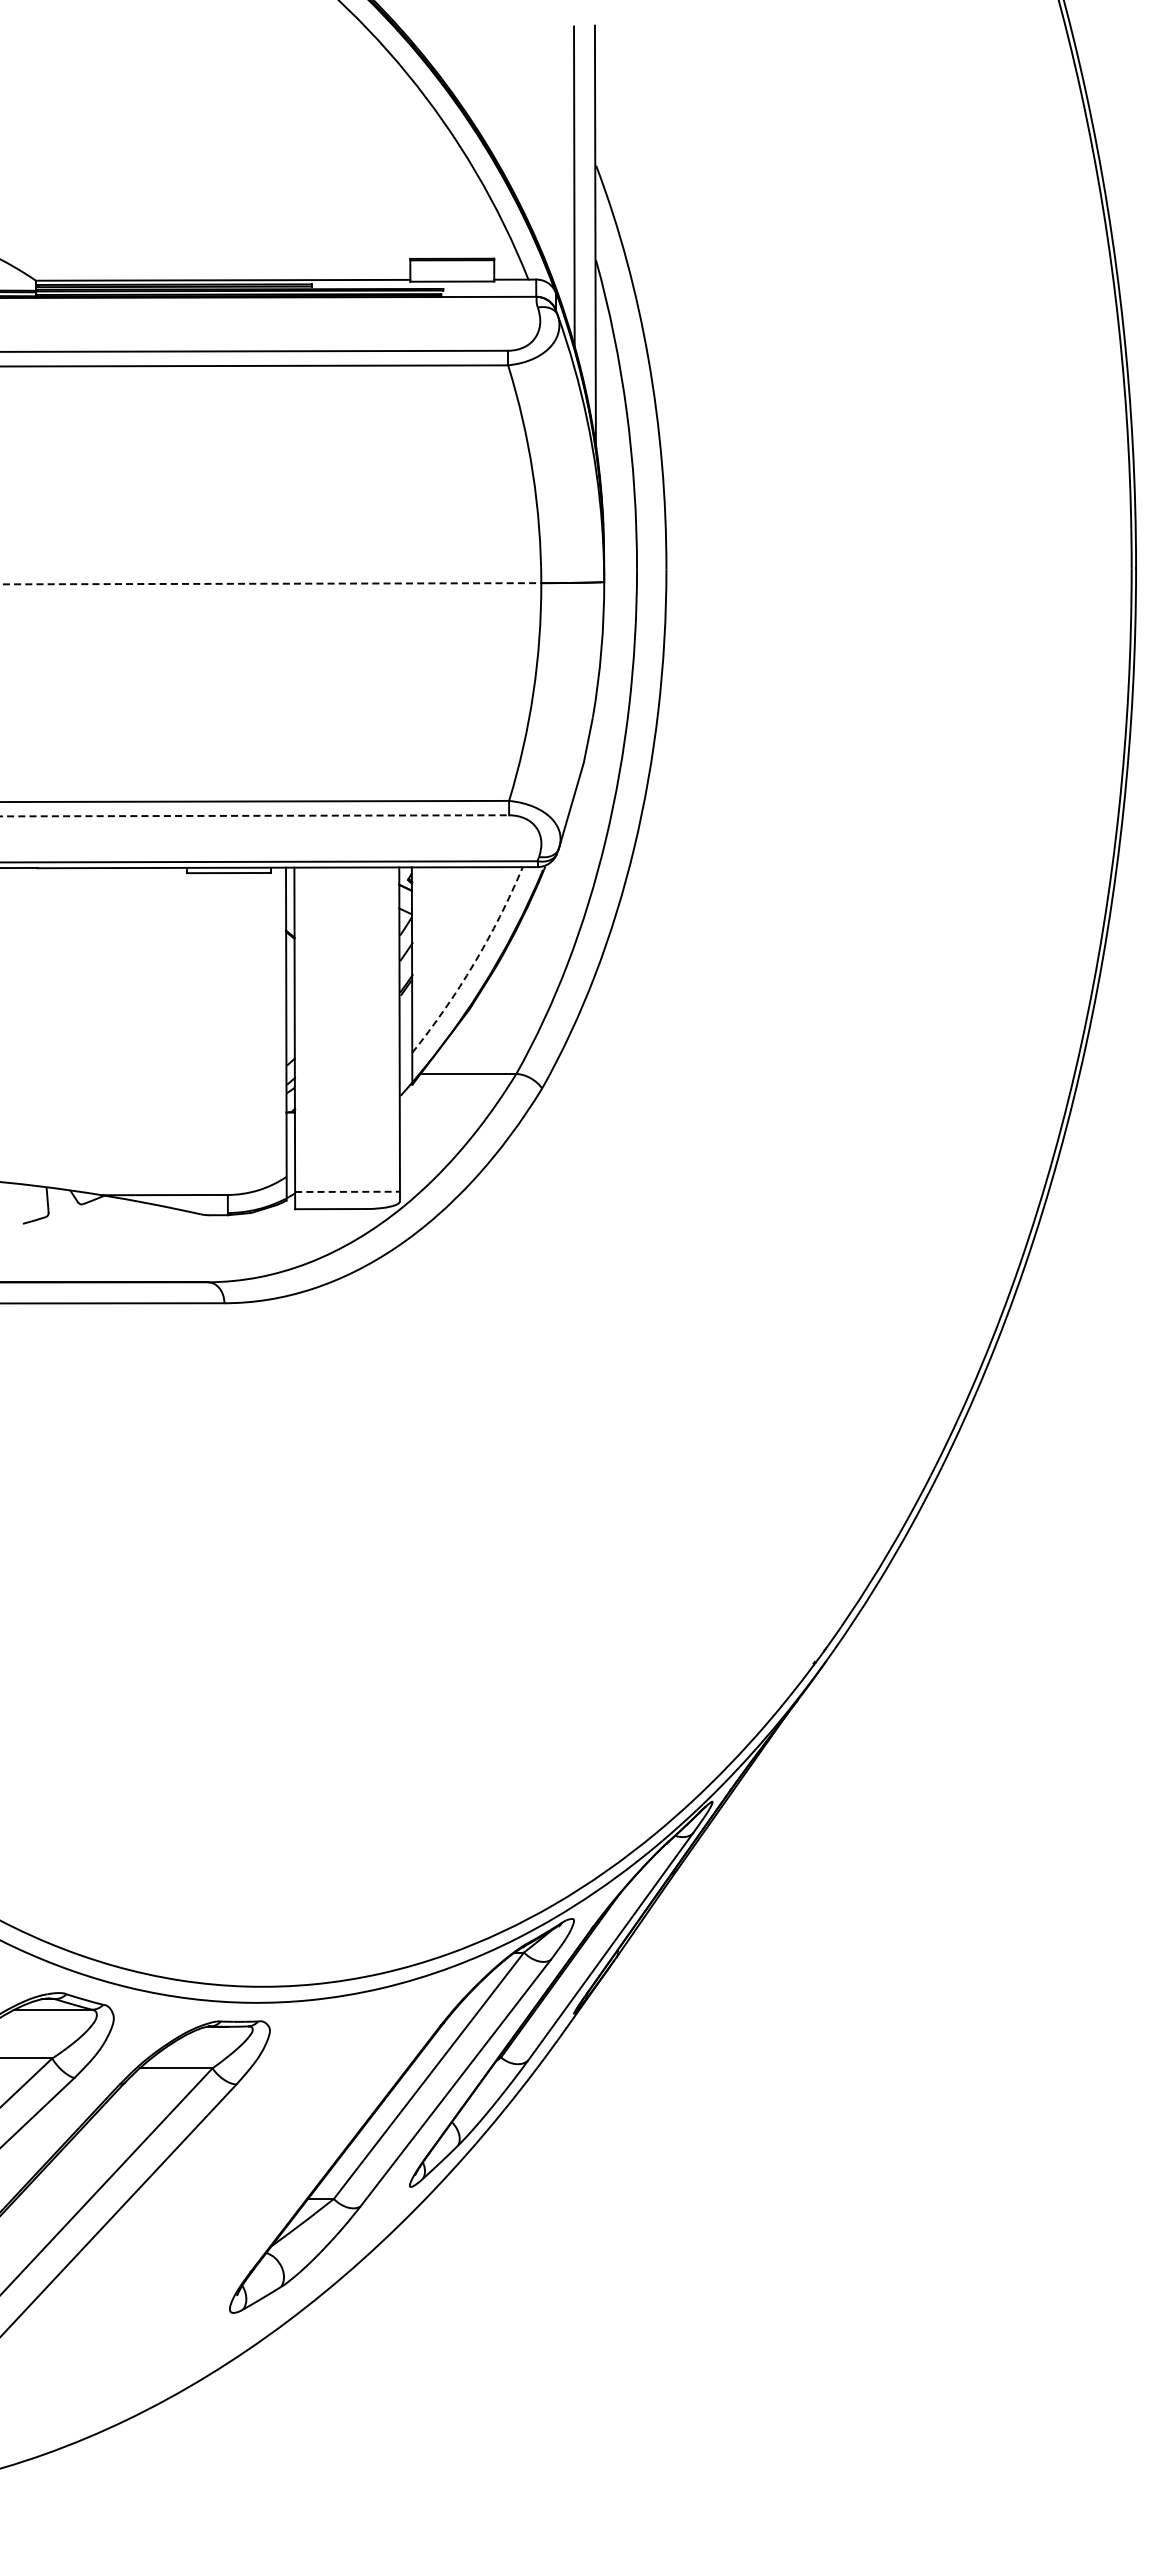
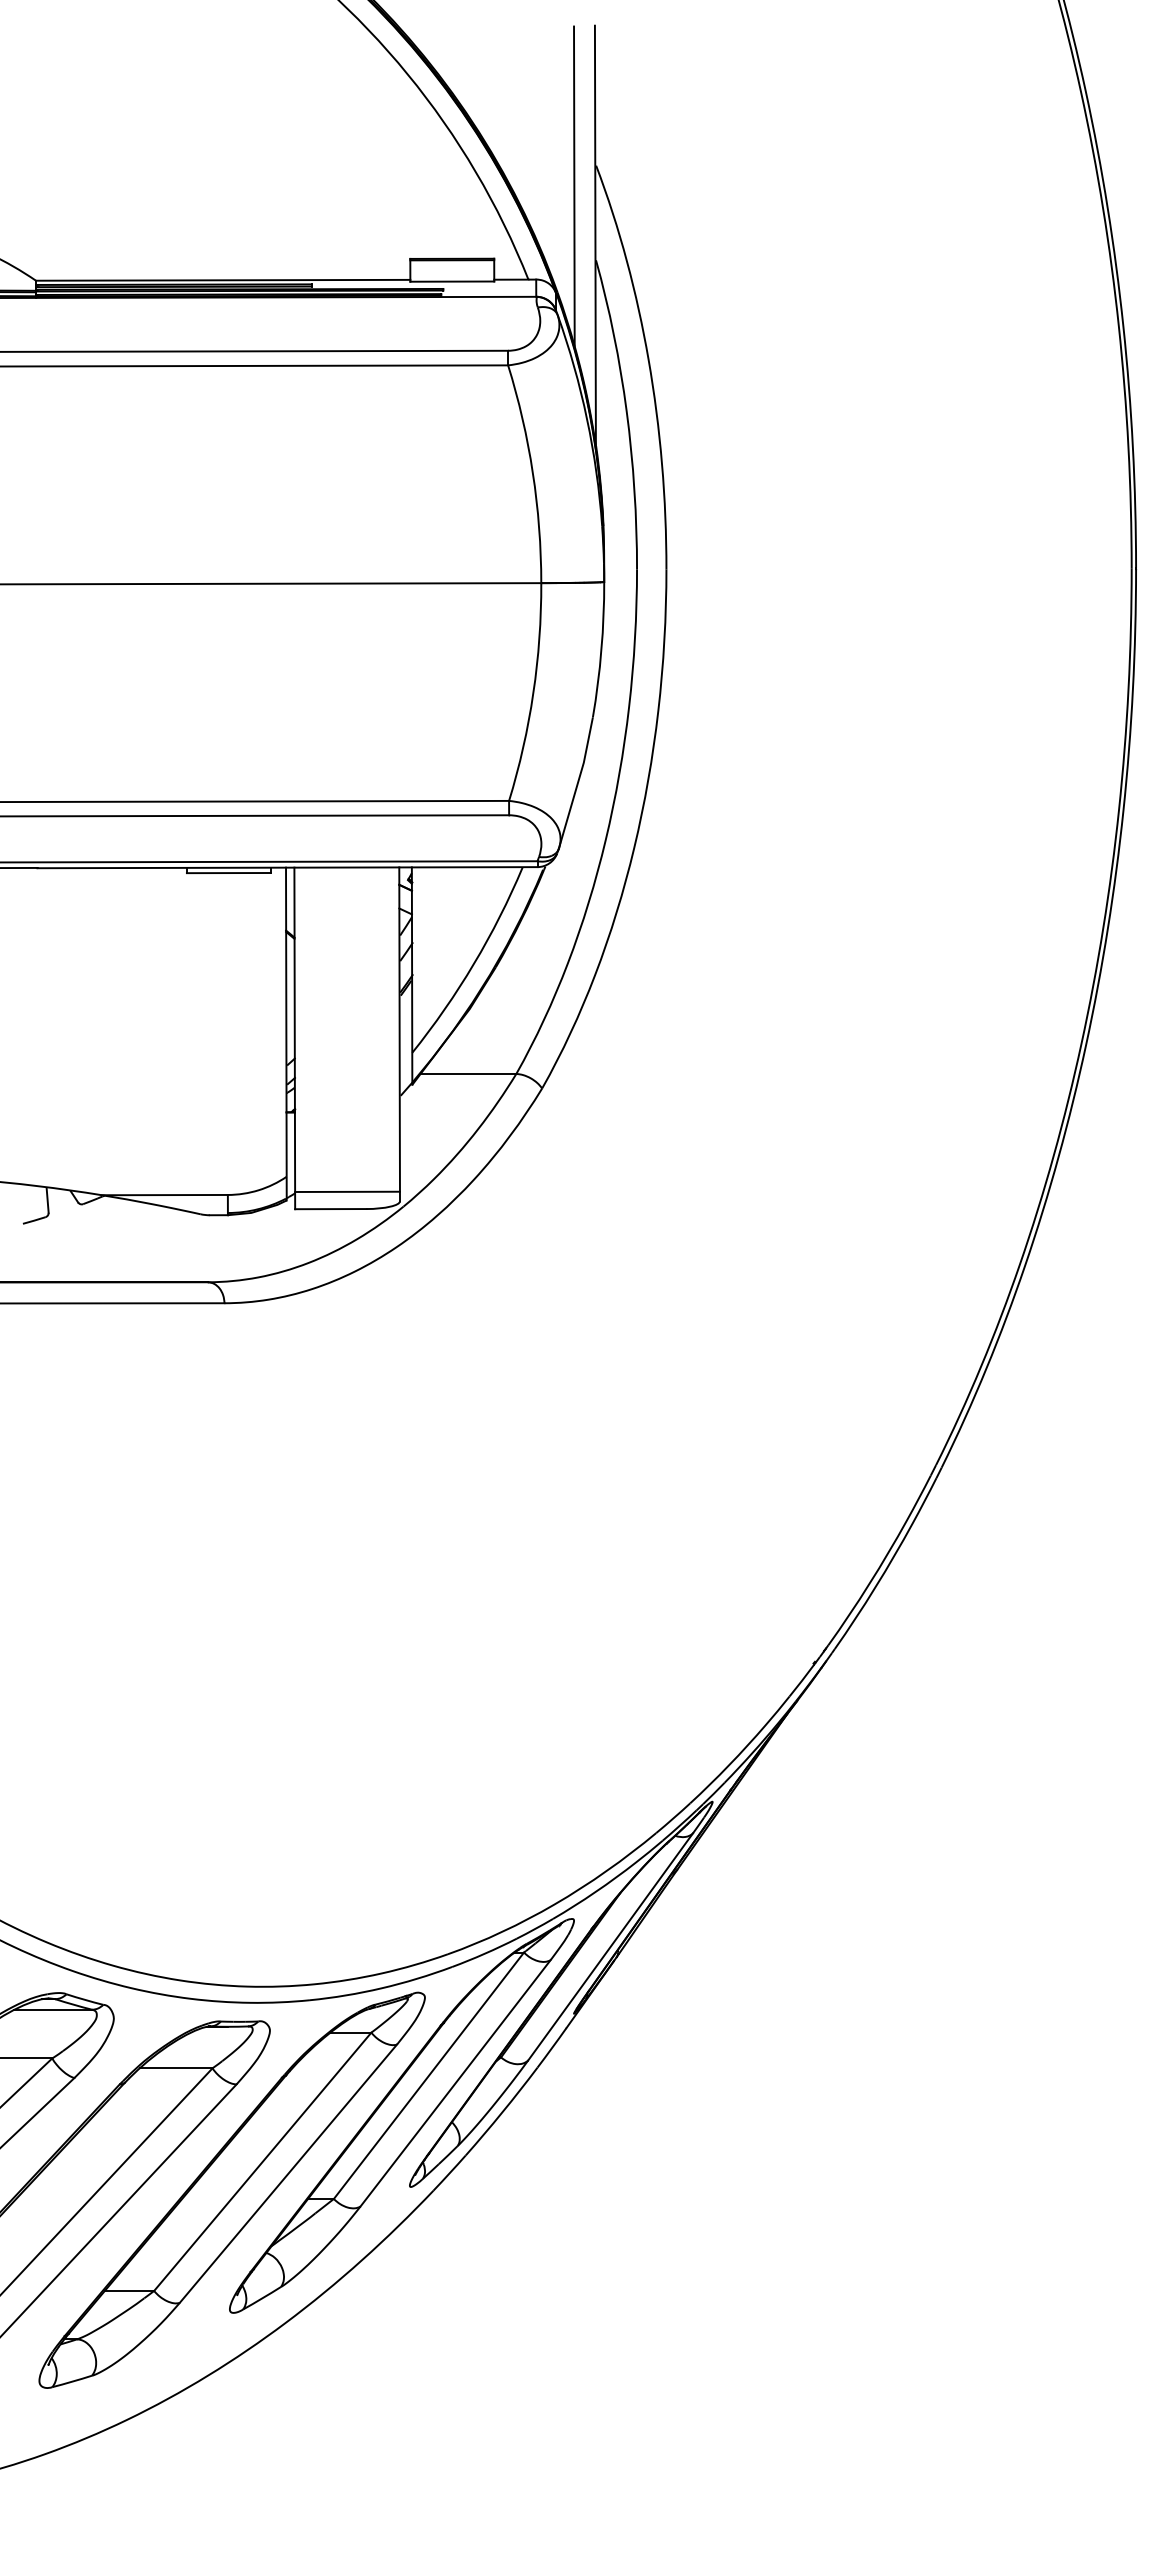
line at (271, 583): dashed -> solid
line at (255, 815): dashed -> solid
arc at (473, 963): dashed -> solid
line at (348, 1191): dashed -> solid
part at (231, 2189): none -> present
